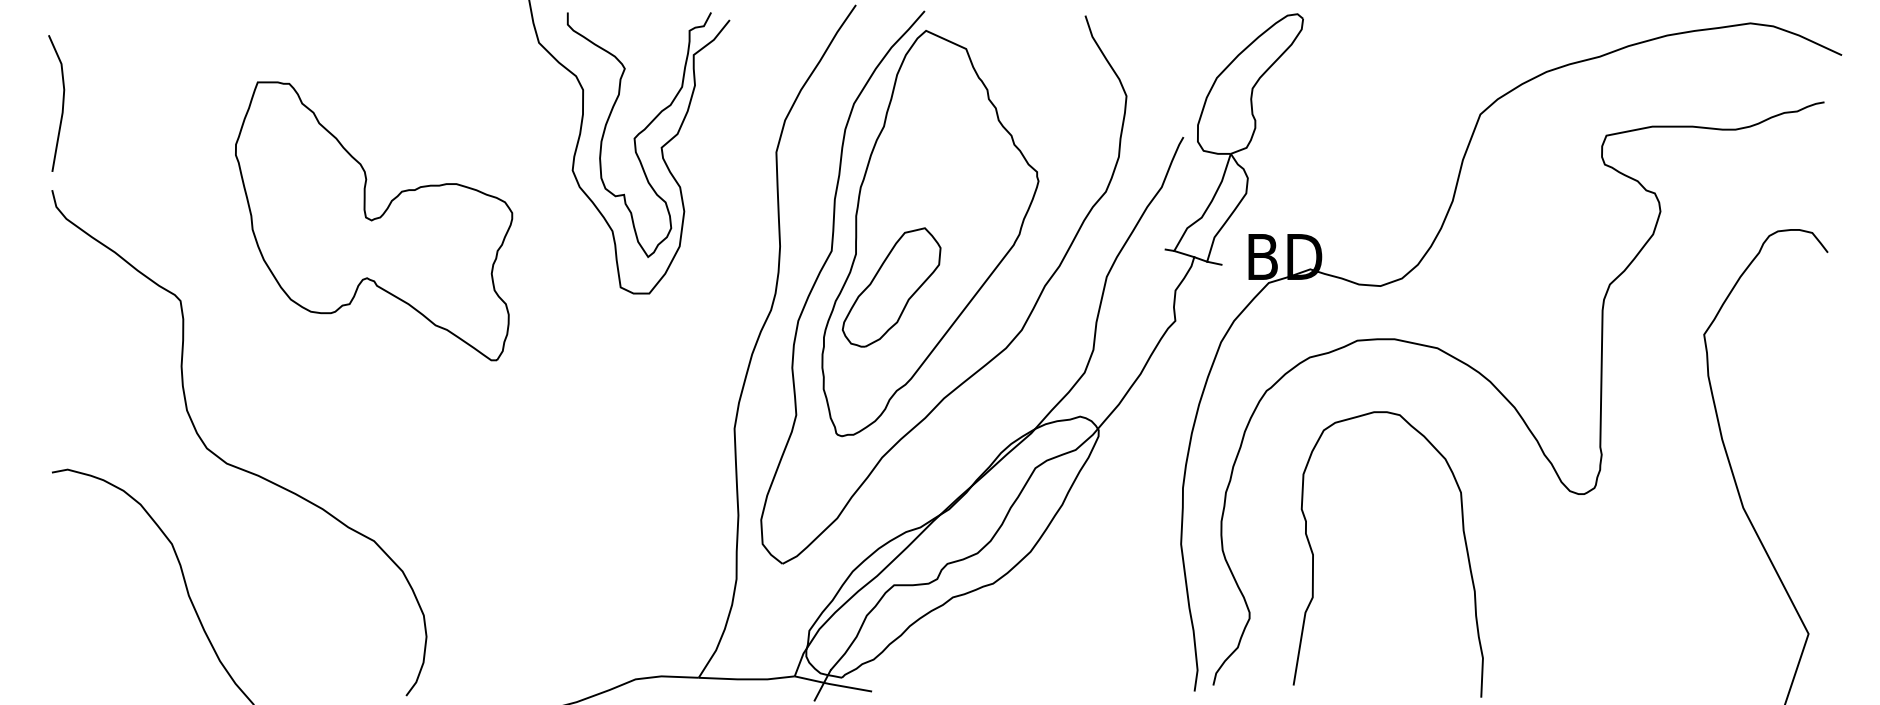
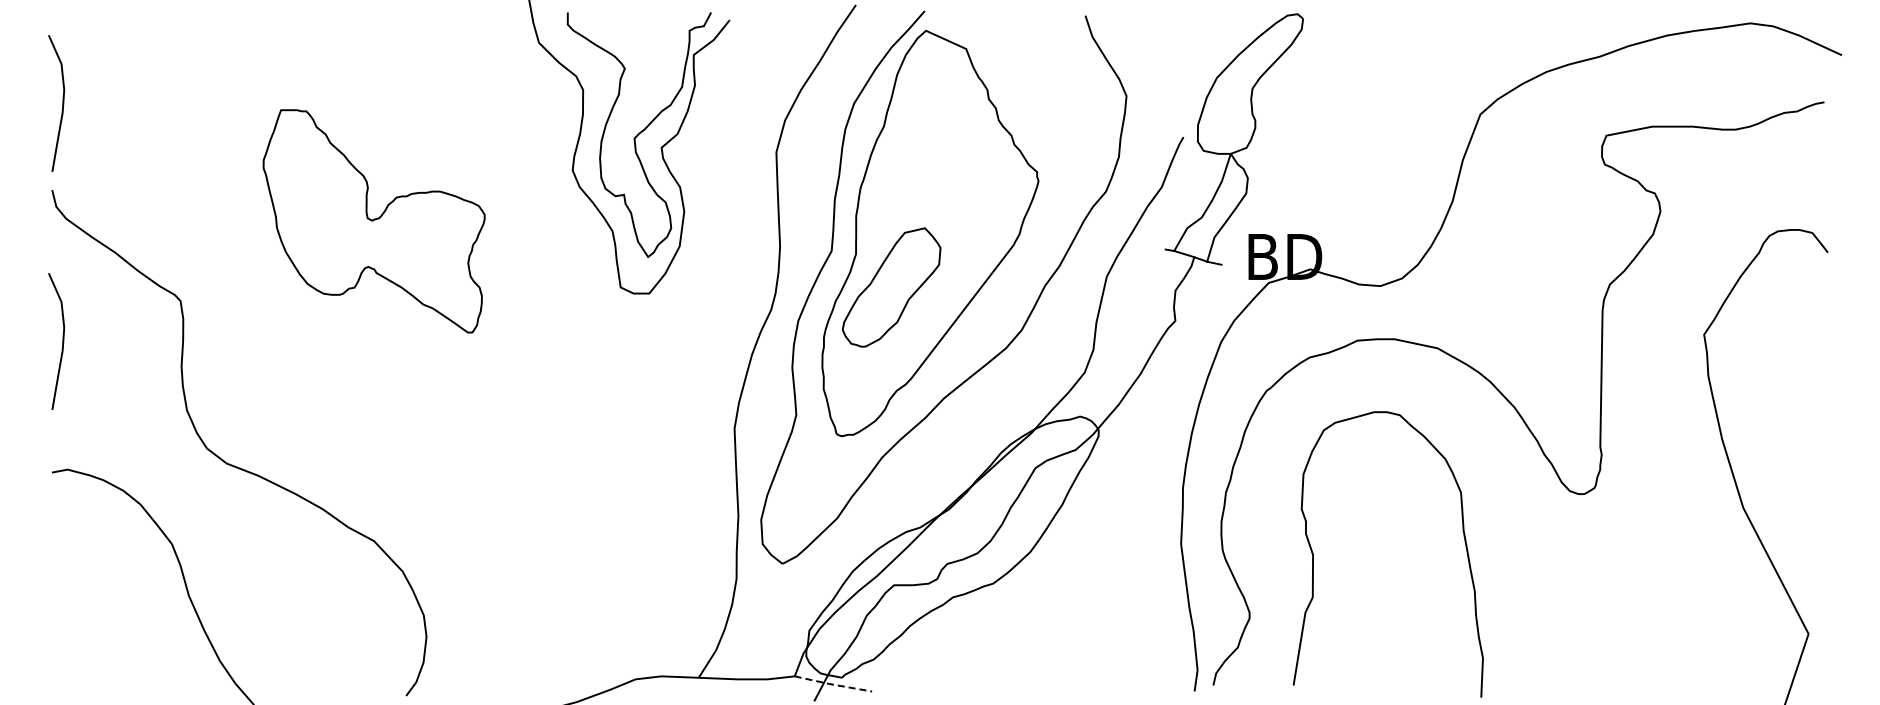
part at (374, 221) size: 279x281 px -> 224x225 px
curve at (62, 341): none -> present
line at (833, 684): solid -> dashed
